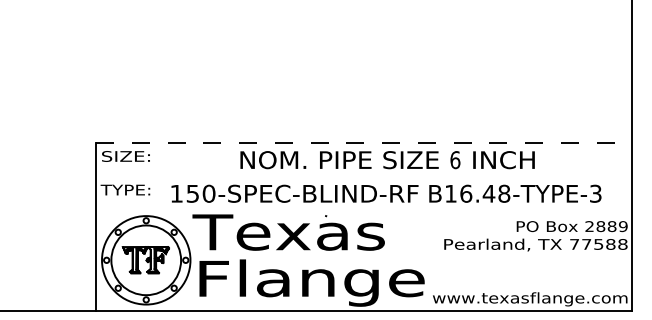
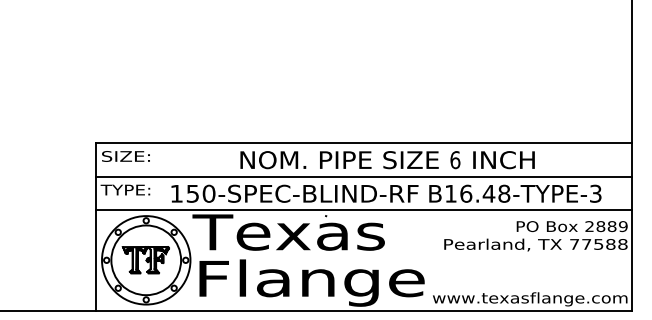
line at (364, 143): dashed -> solid
line at (364, 176): none -> present
line at (364, 210): none -> present
